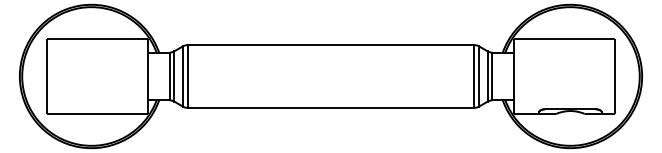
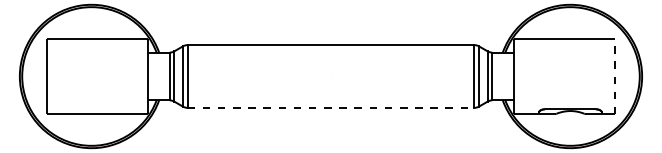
line at (615, 76): solid -> dashed
line at (331, 107): solid -> dashed
